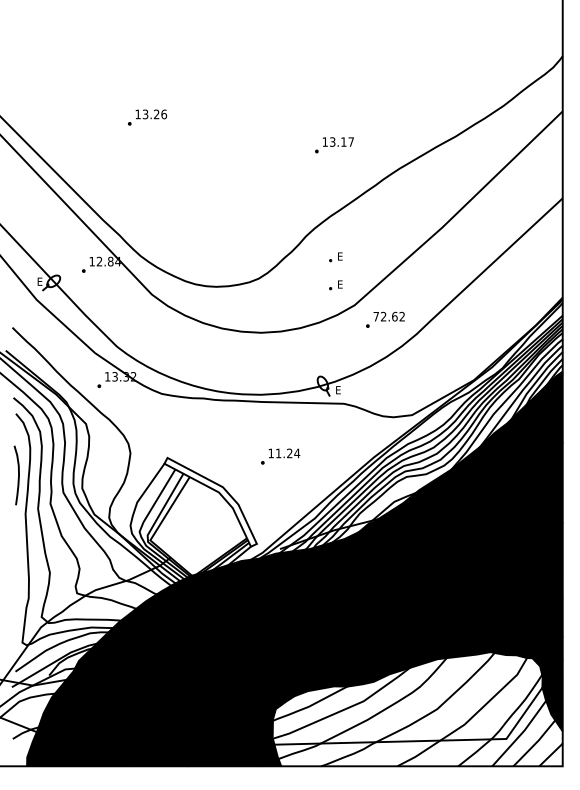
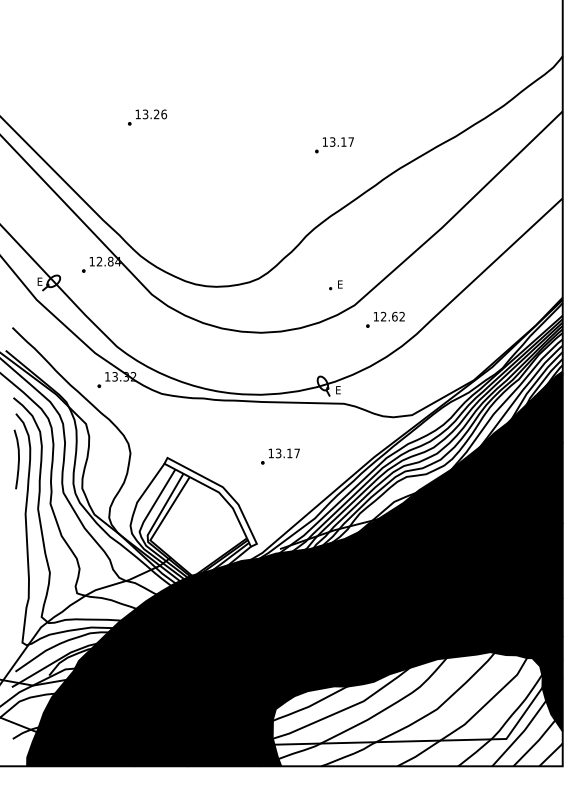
part at (335, 257): present -> none
text at (375, 316): 72.62 -> 12.62
text at (287, 453): 11.24 -> 13.17
curve at (18, 475) position: (18, 475) -> (18, 459)
